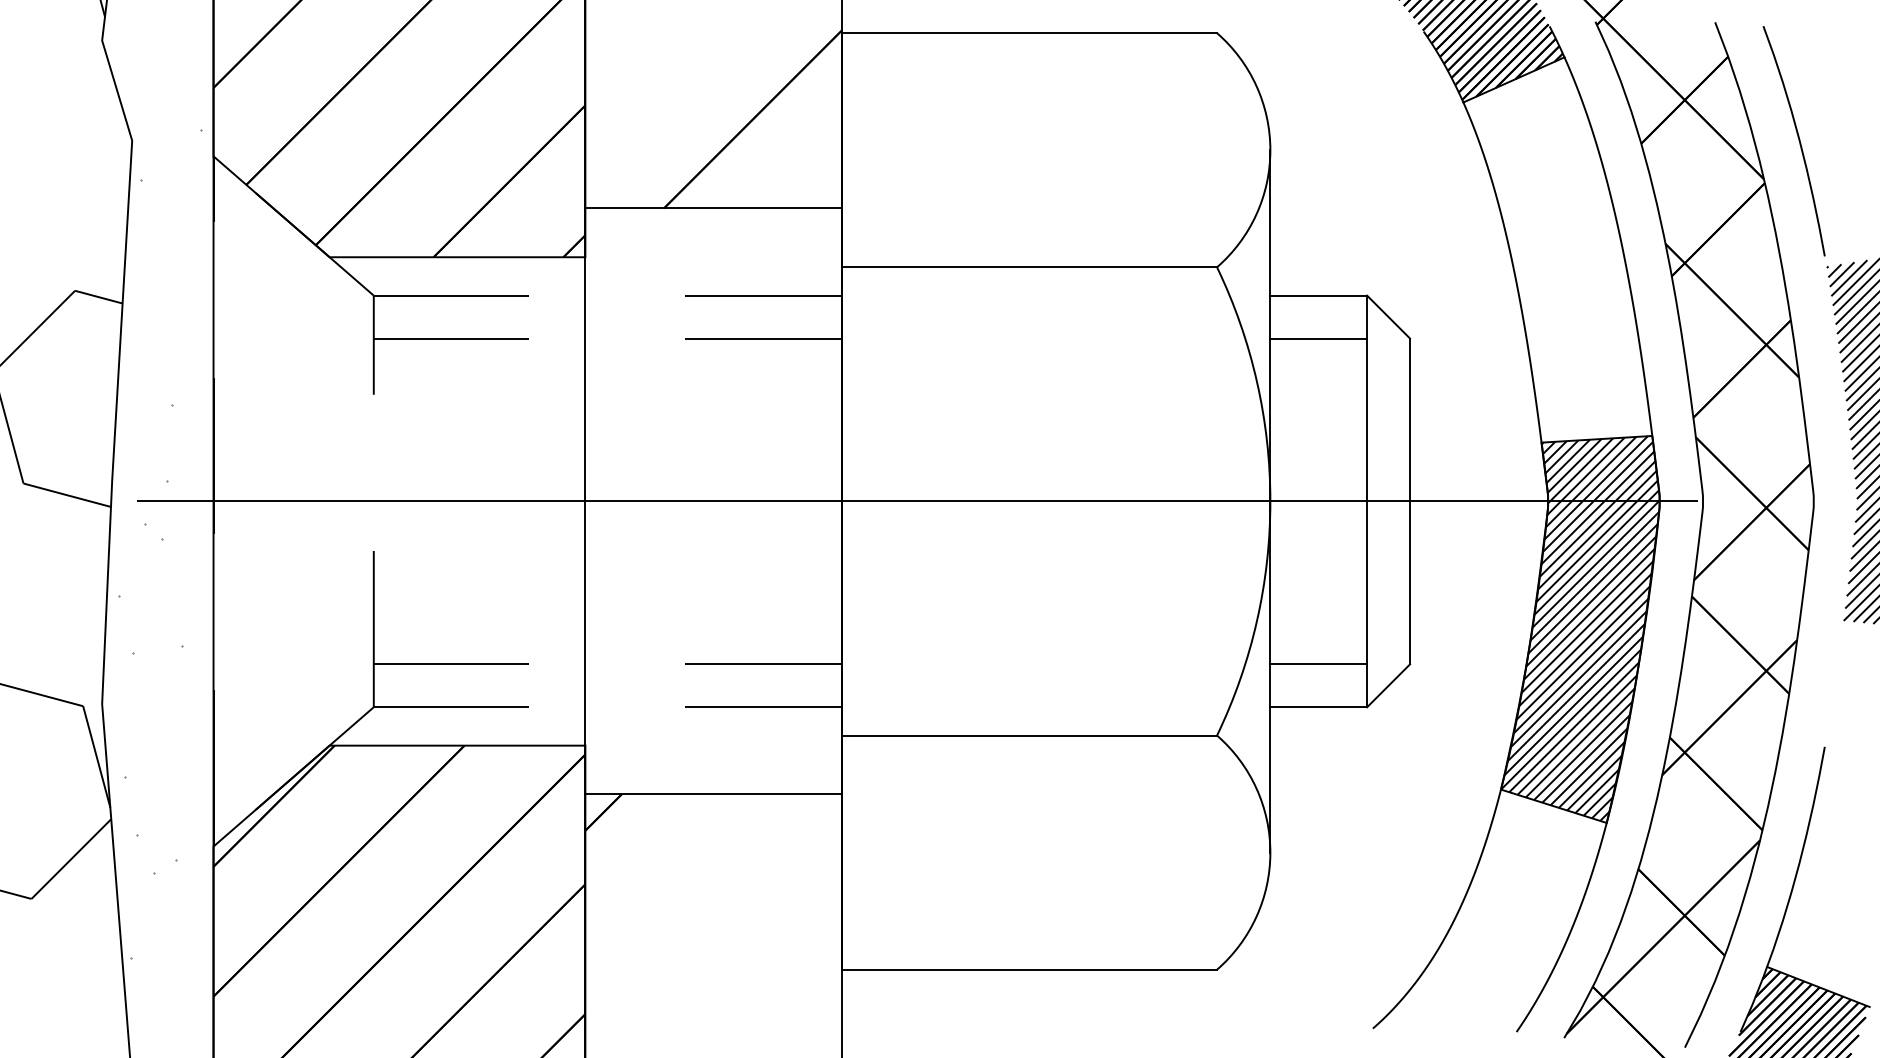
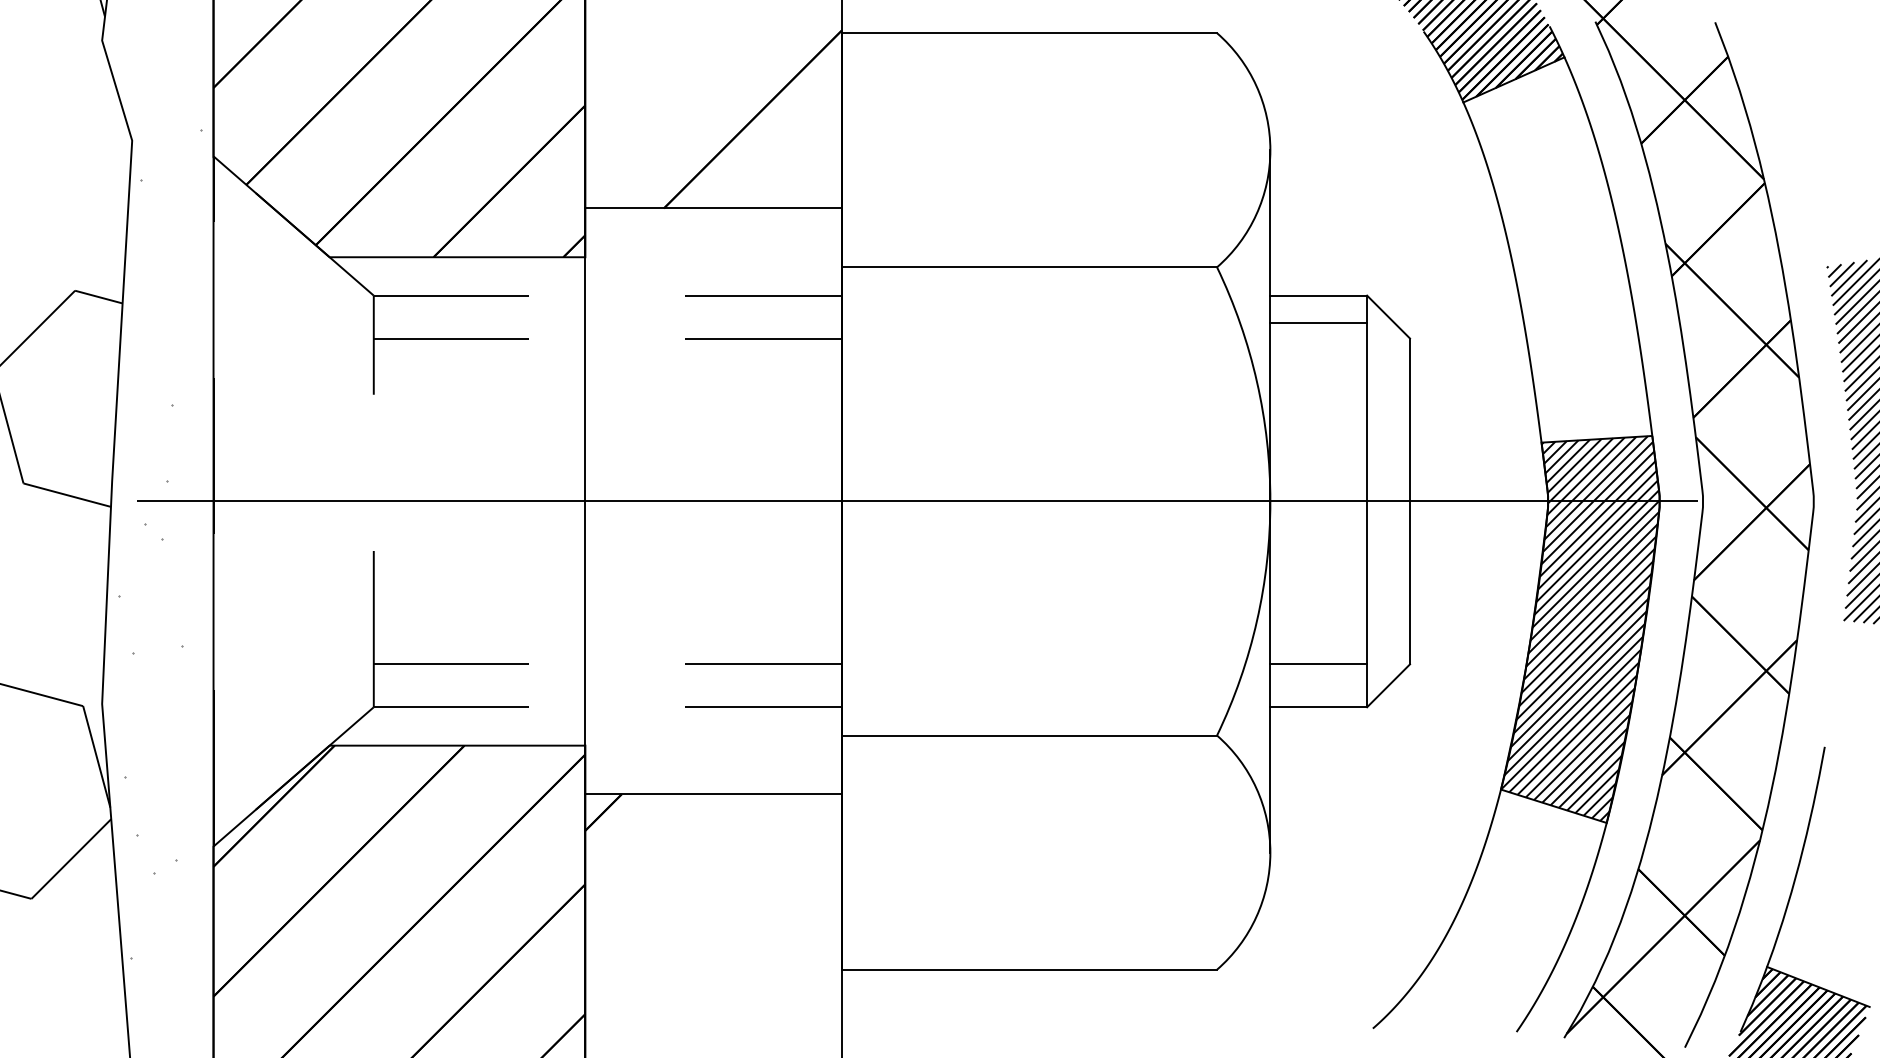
curve at (1798, 141): present -> none
line at (1318, 338) position: (1318, 338) -> (1318, 322)
